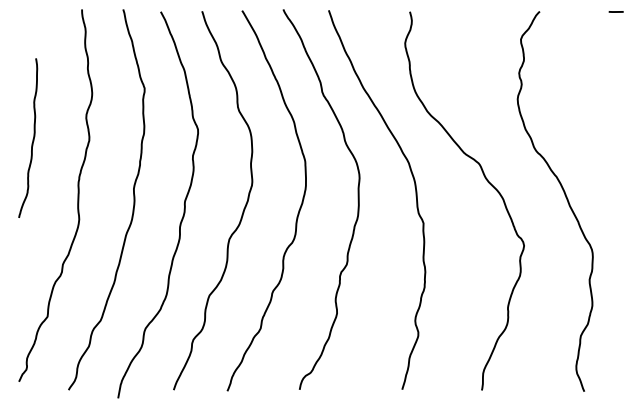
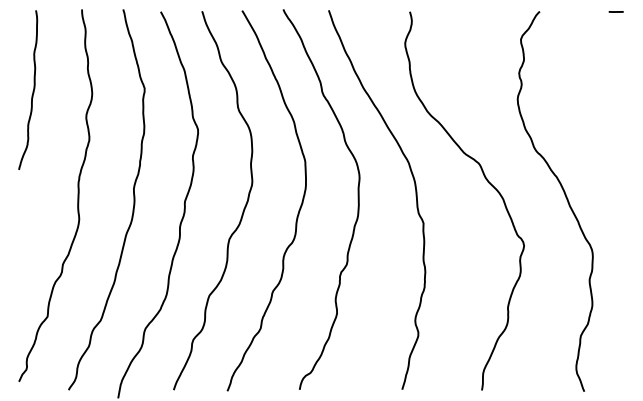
curve at (32, 139) position: (32, 139) -> (32, 91)
